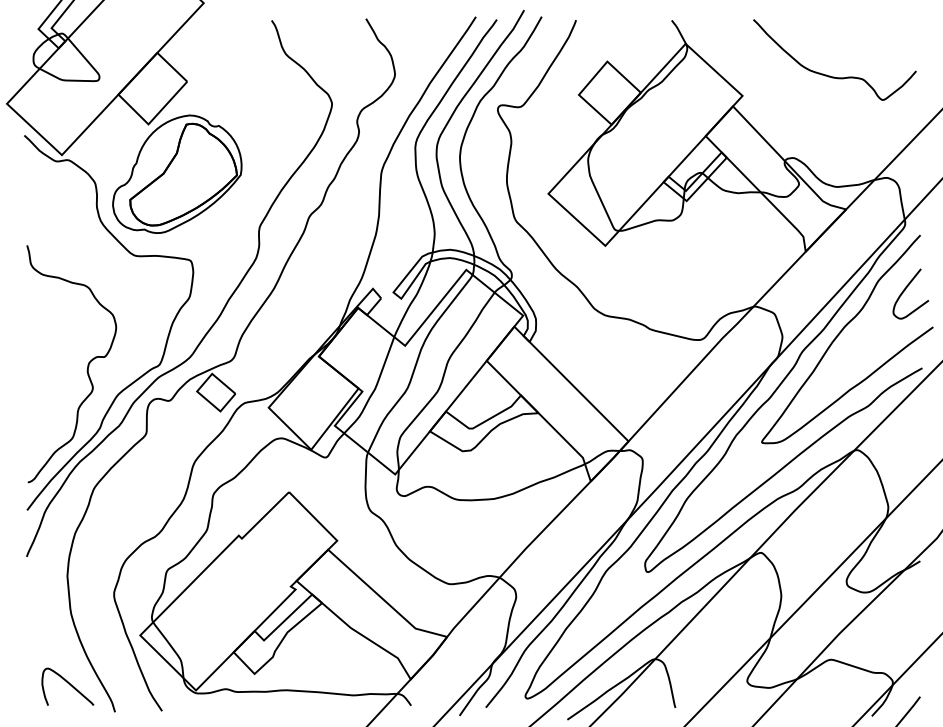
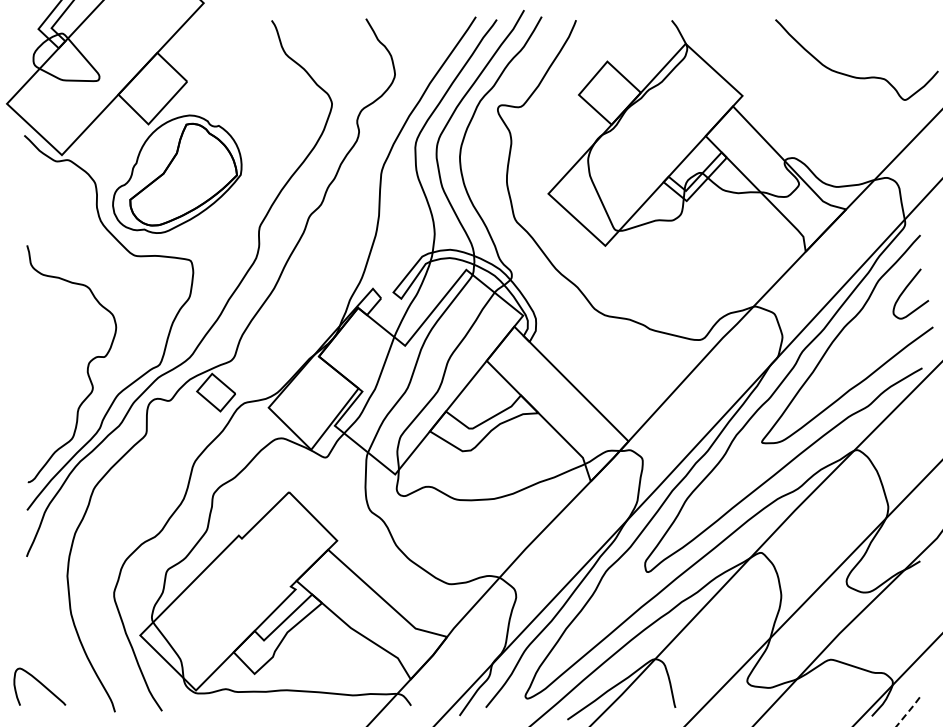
curve at (830, 75) position: (830, 75) -> (852, 75)
curve at (68, 684) position: (68, 684) -> (40, 684)
line at (909, 711): solid -> dashed
